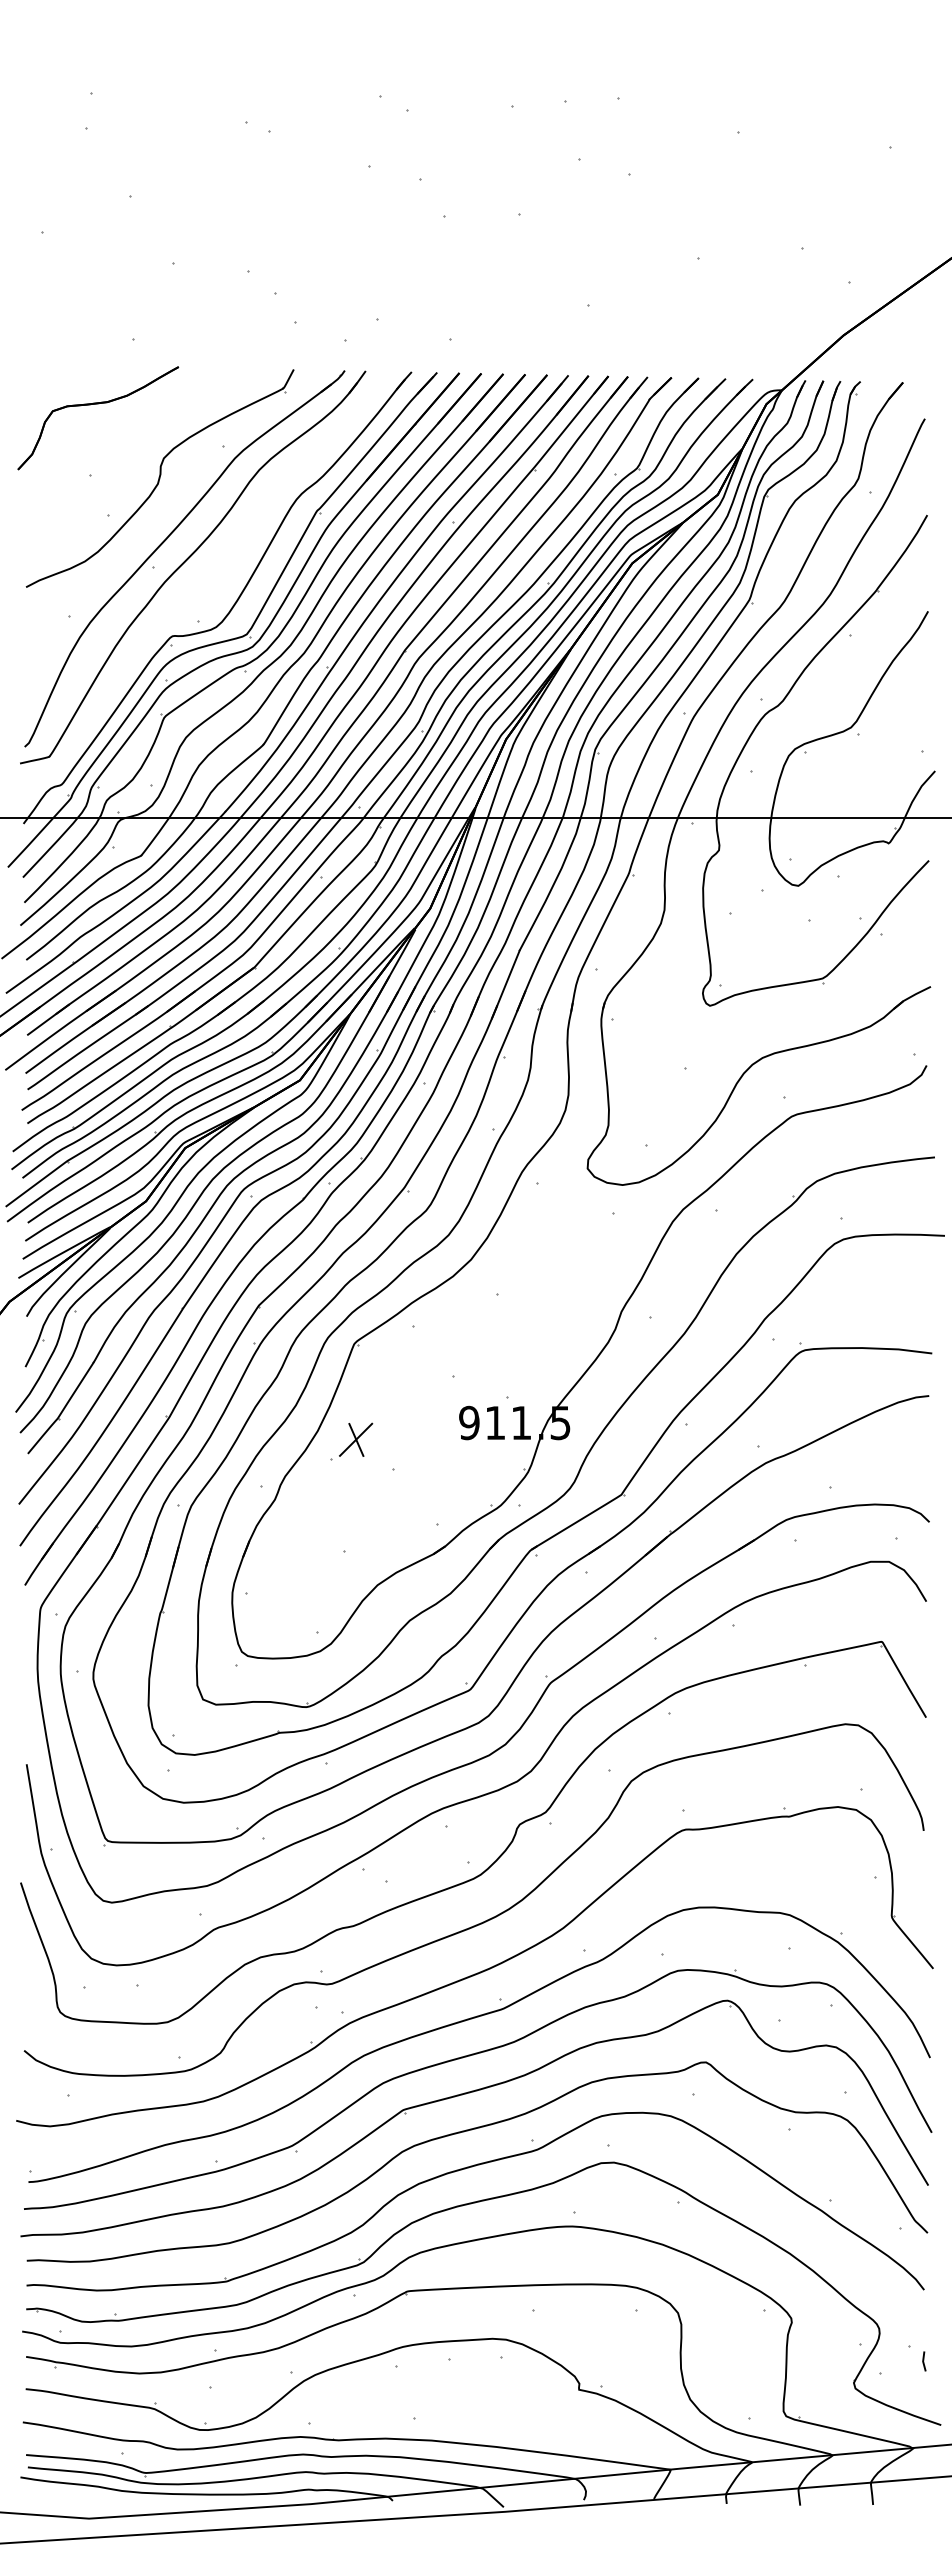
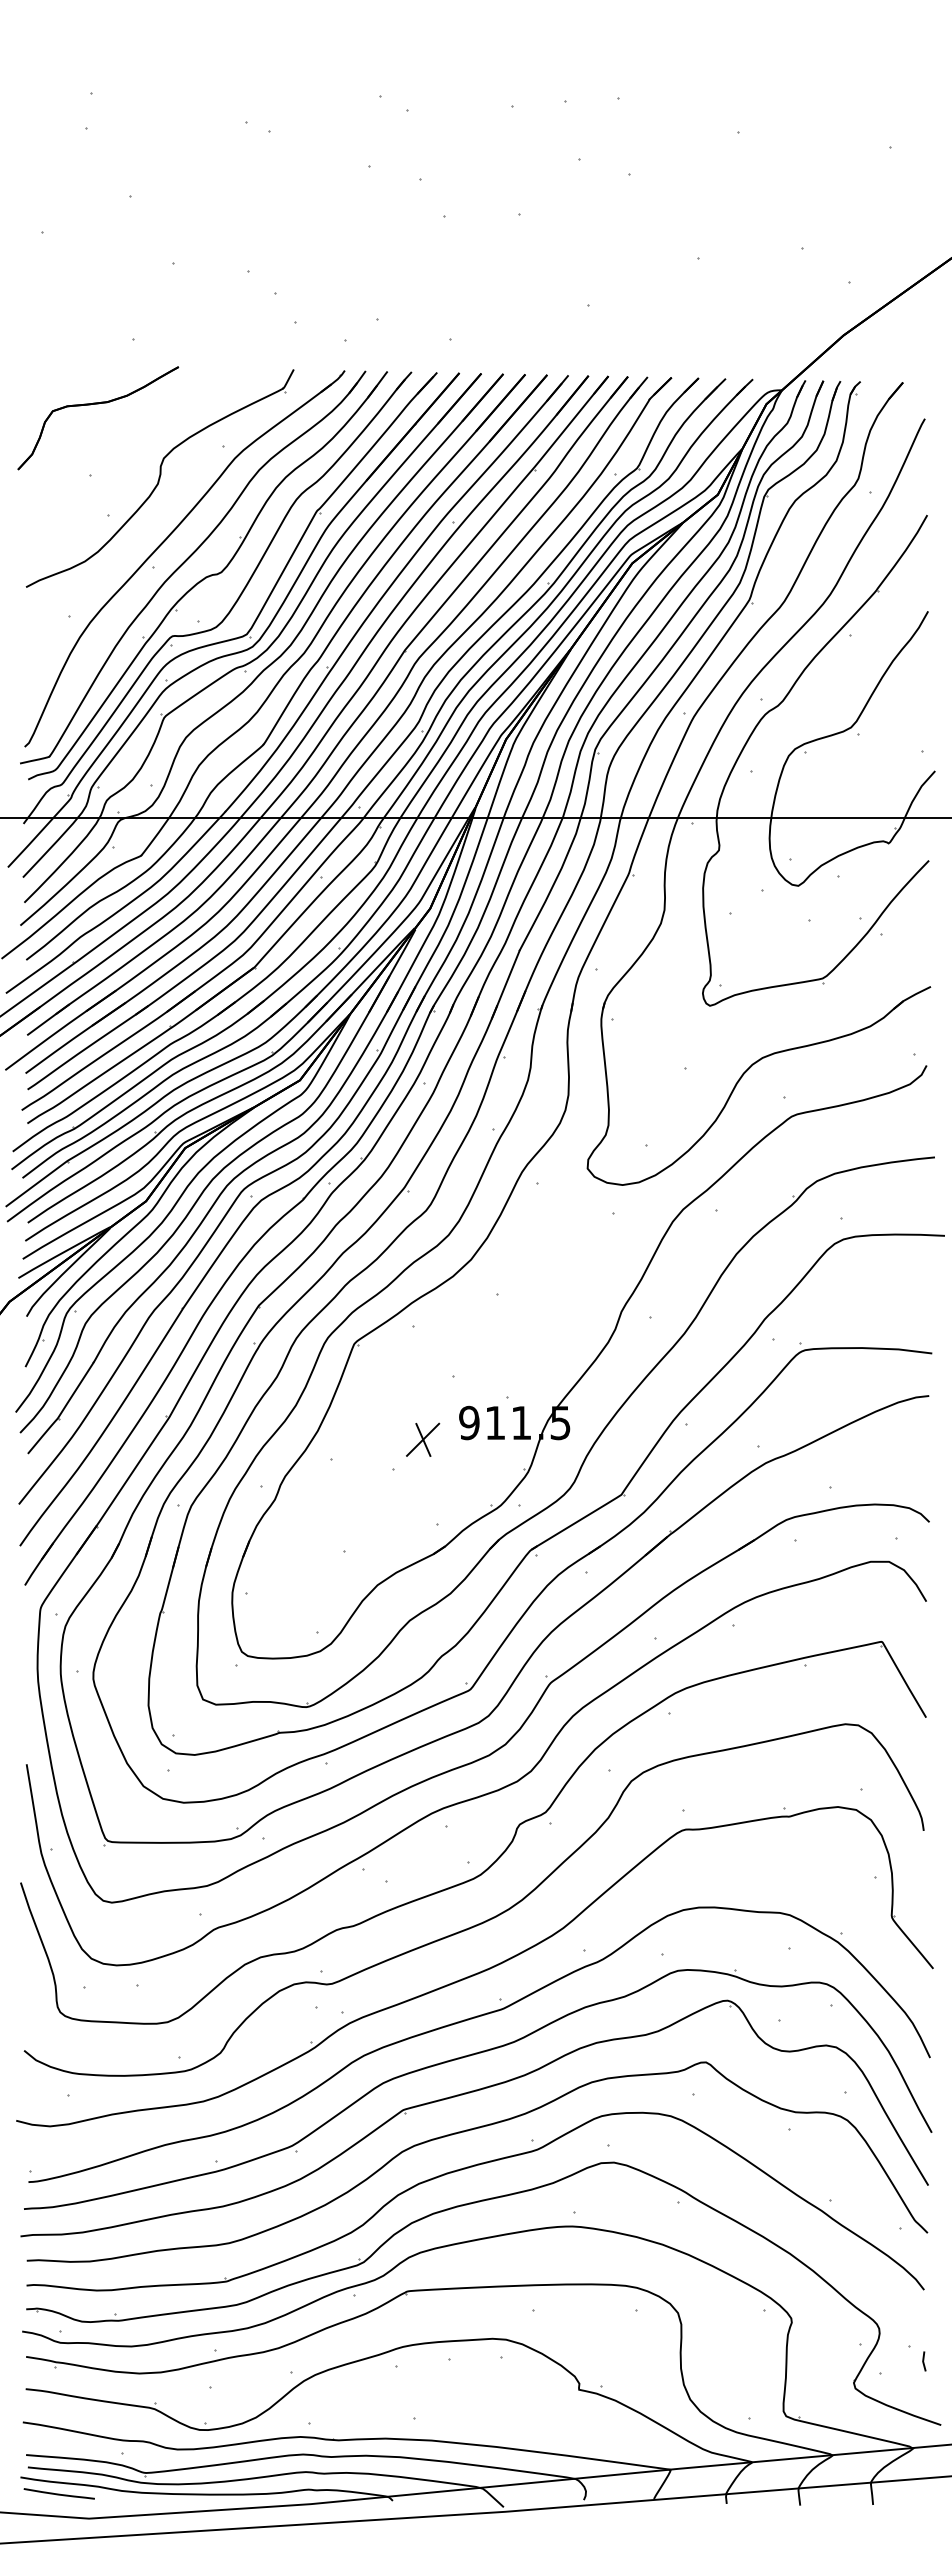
part at (207, 575): none -> present
part at (356, 1439) position: (356, 1439) -> (423, 1439)
line at (58, 2493): none -> present
